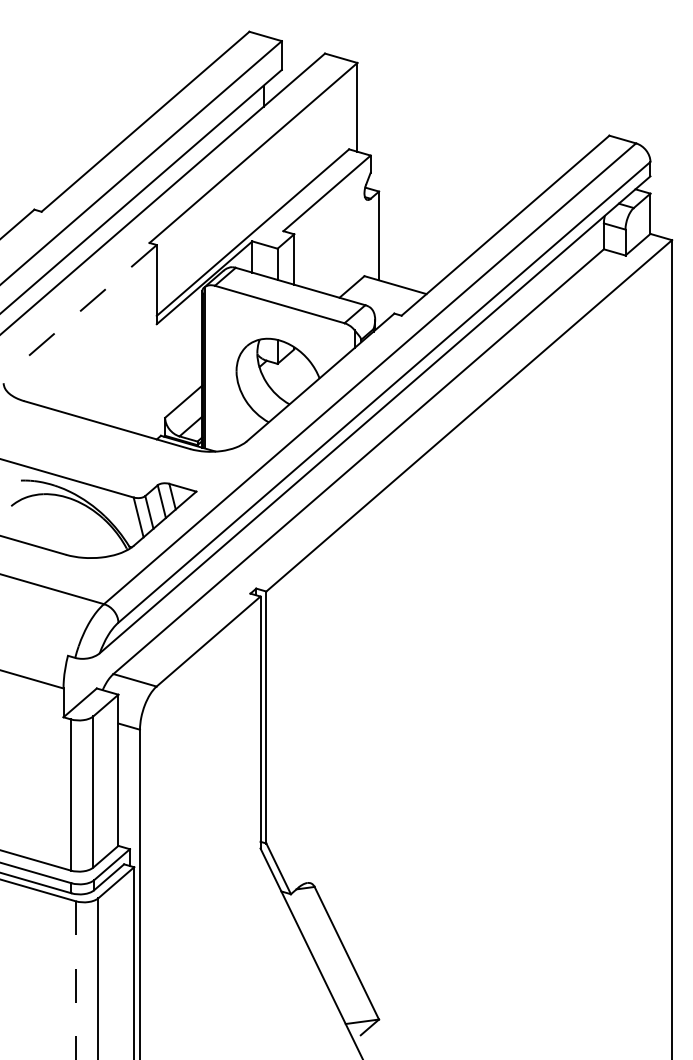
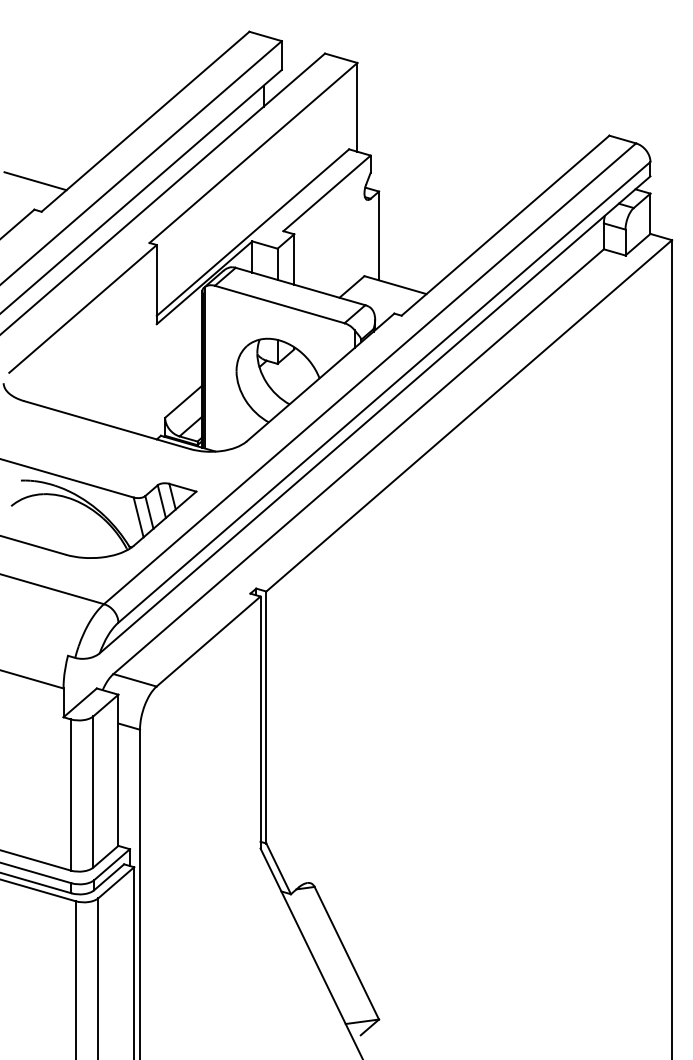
line at (35, 181): none -> present
line at (83, 308): dashed -> solid
line at (75, 980): dashed -> solid
